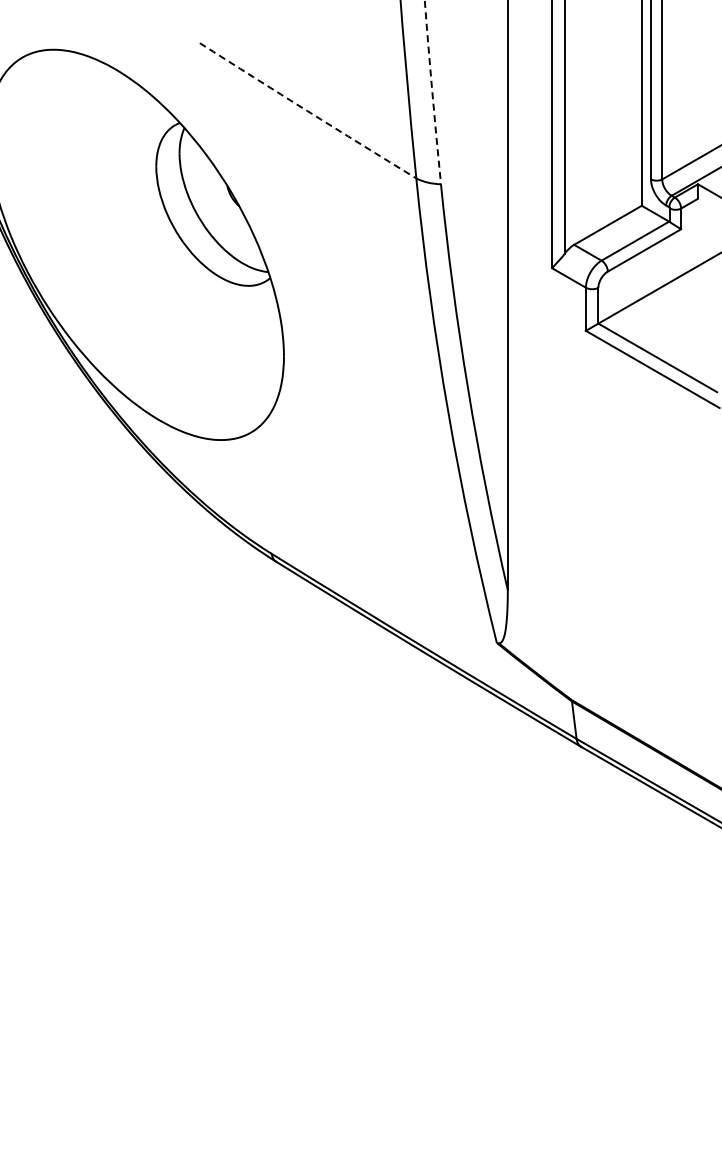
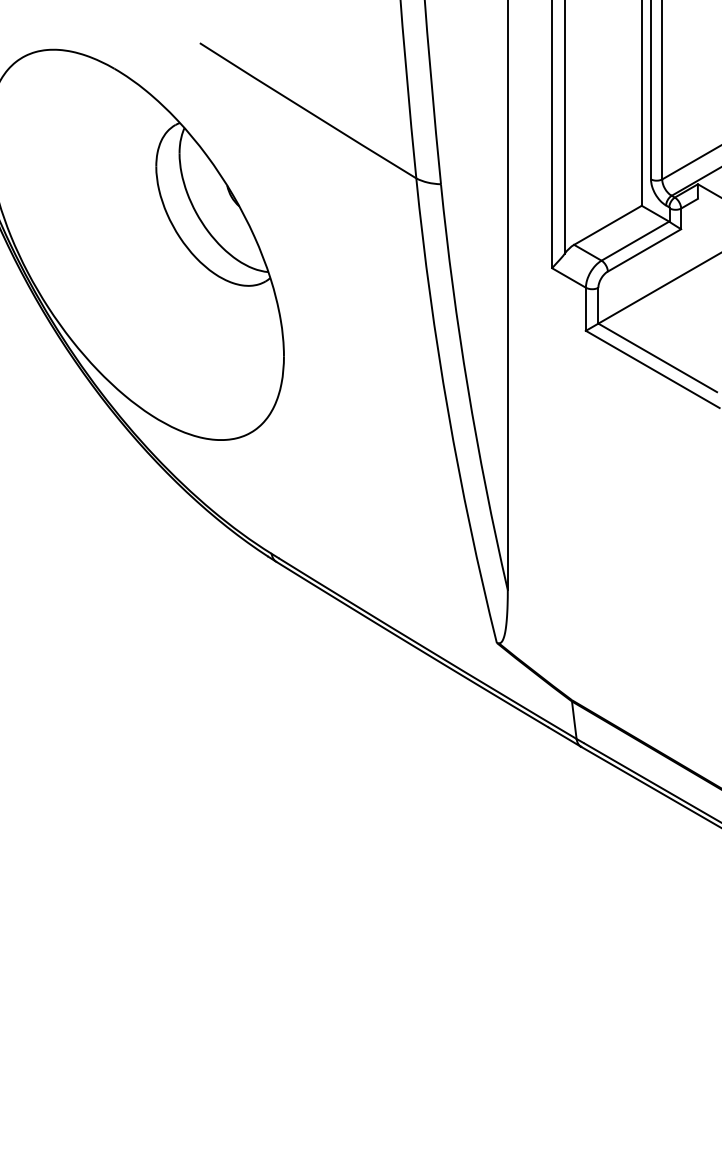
arc at (432, 91): dashed -> solid
arc at (307, 111): dashed -> solid
